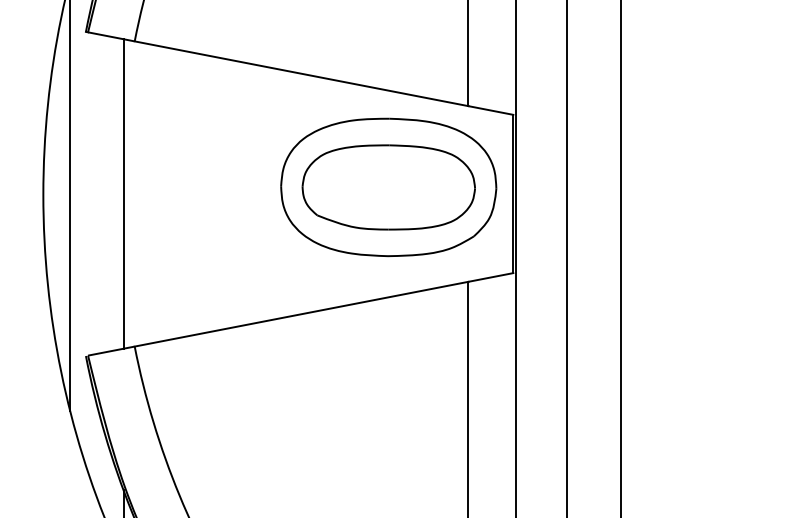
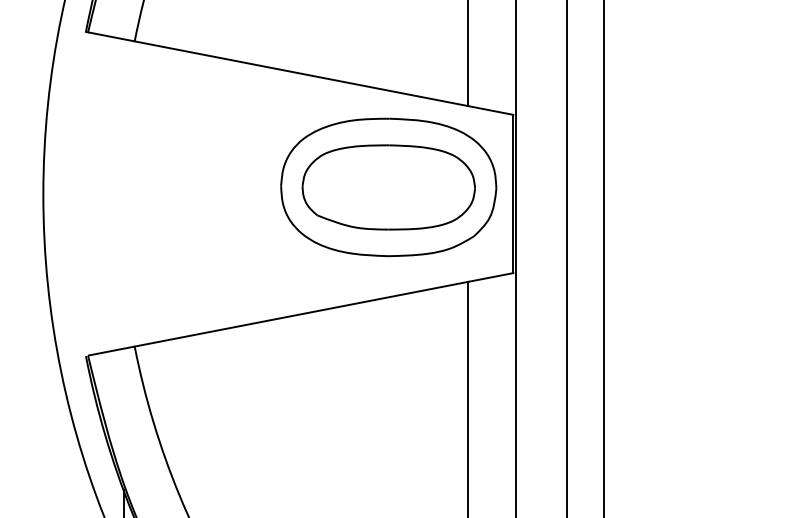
line at (123, 193): present -> none
line at (70, 206): present -> none
line at (621, 258) position: (621, 258) -> (604, 258)
